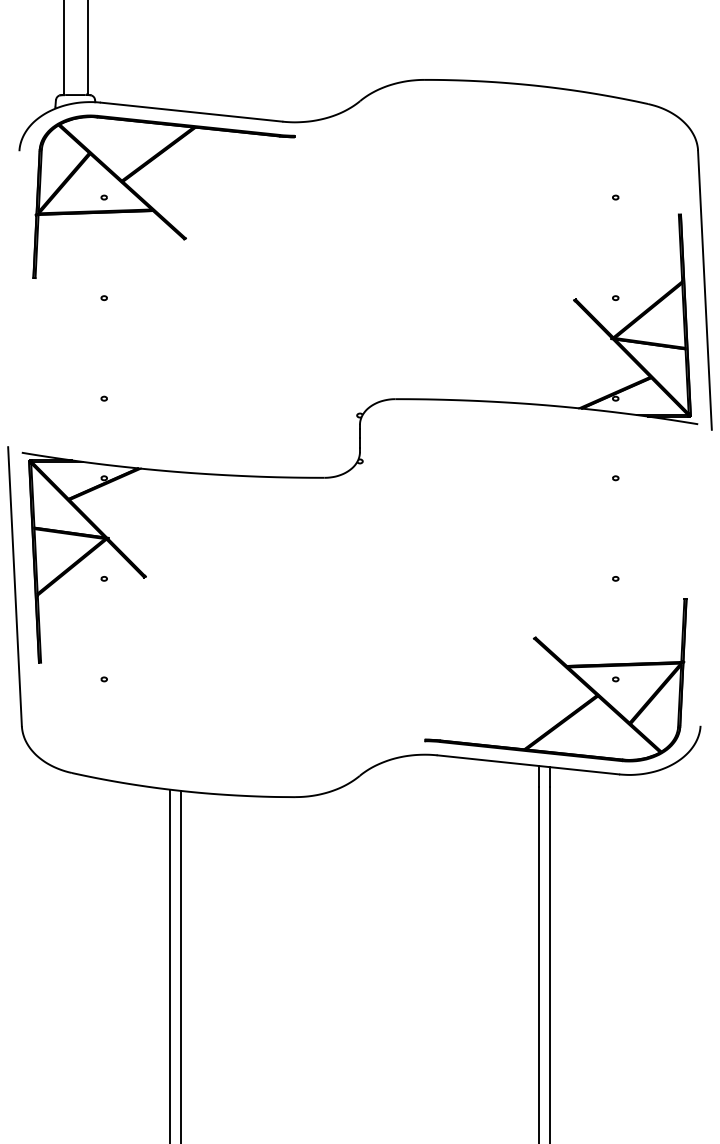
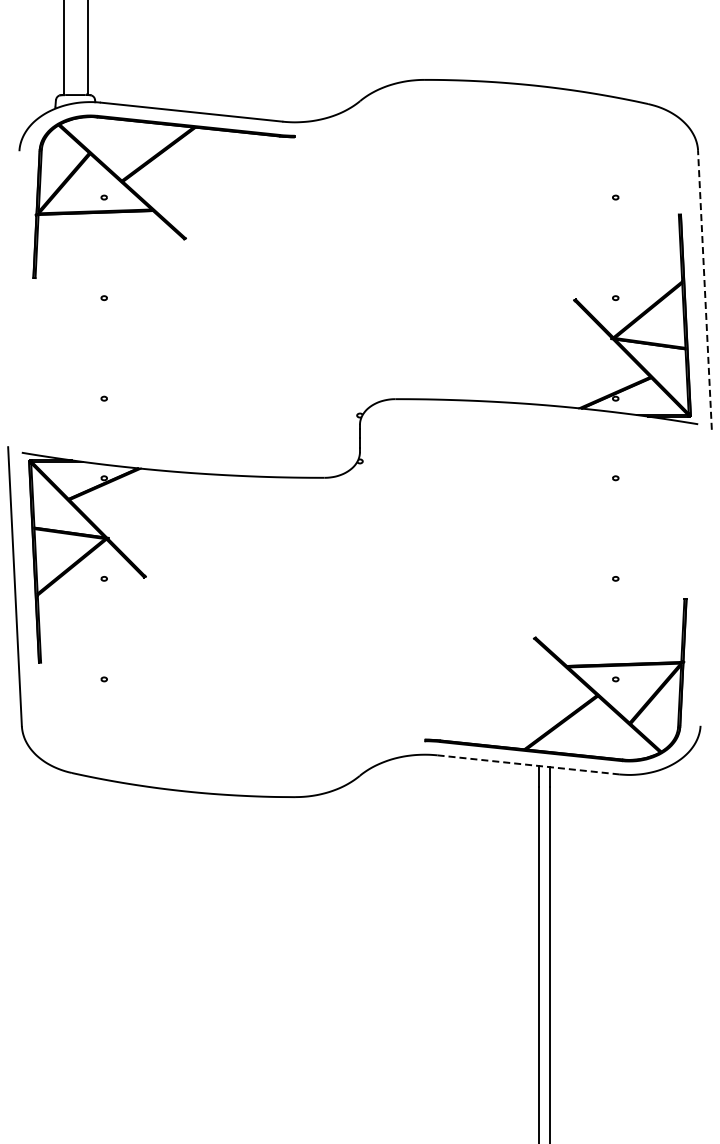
line at (704, 290): solid -> dashed
line at (528, 764): solid -> dashed
line at (170, 964): present -> none
line at (180, 965): present -> none
